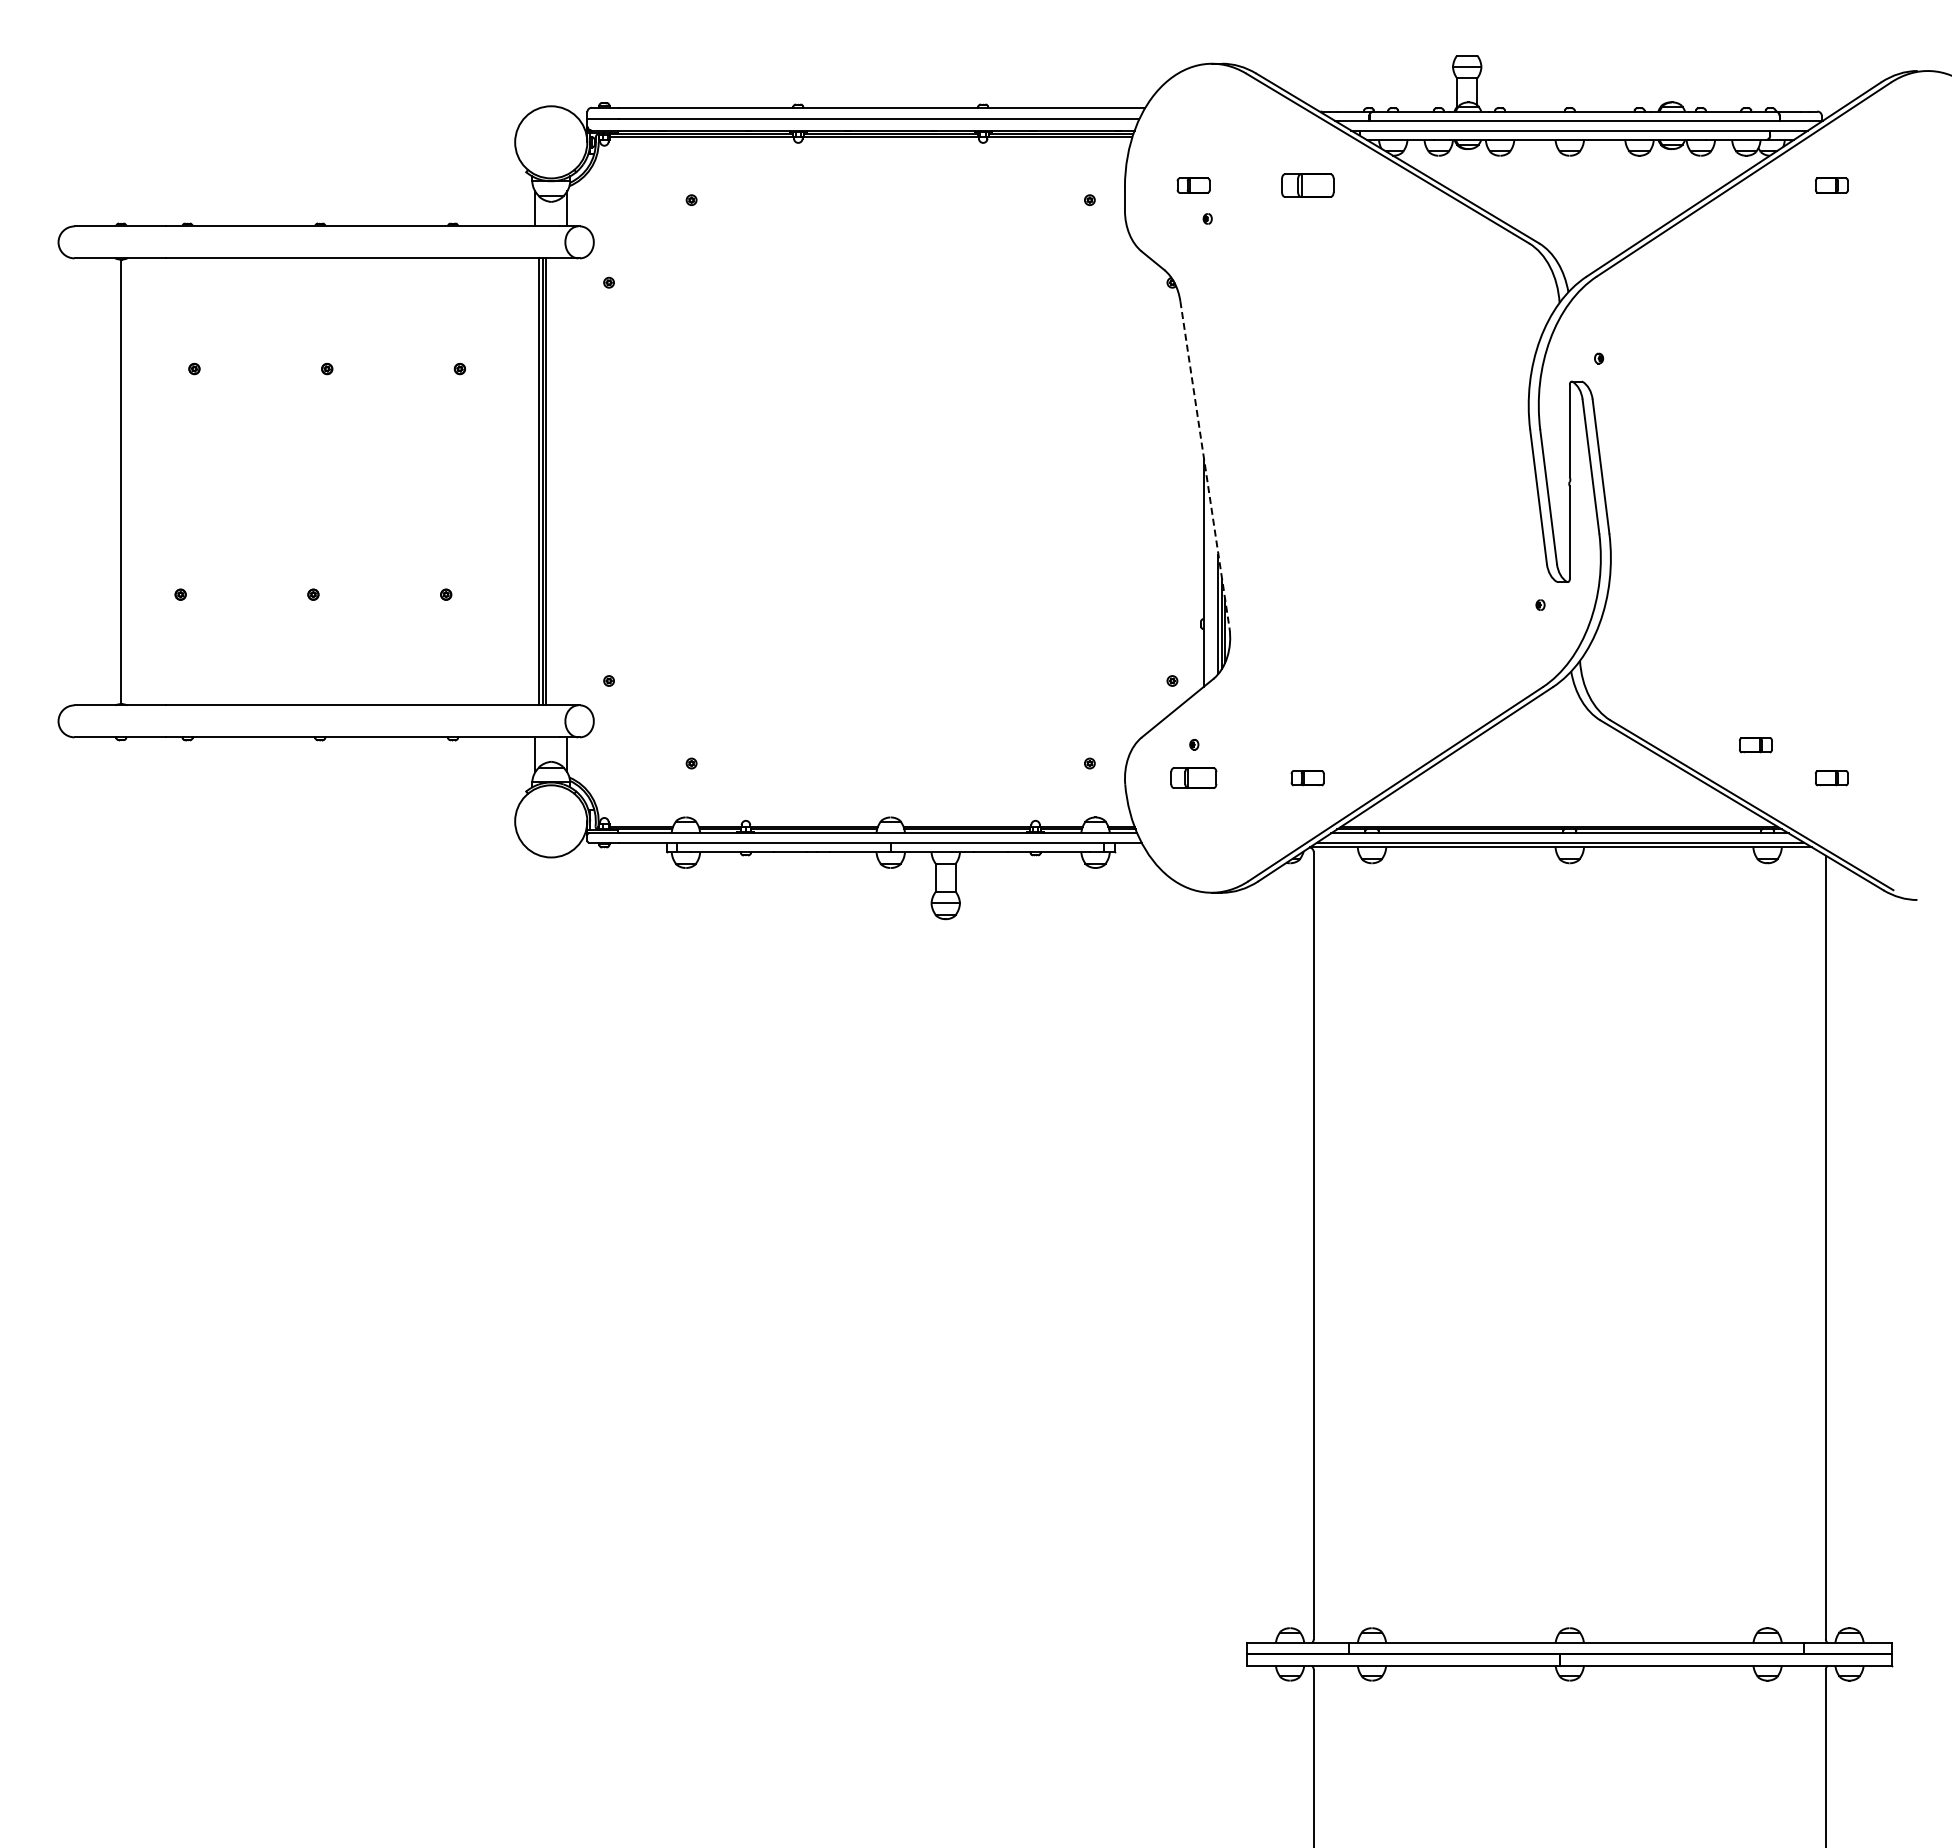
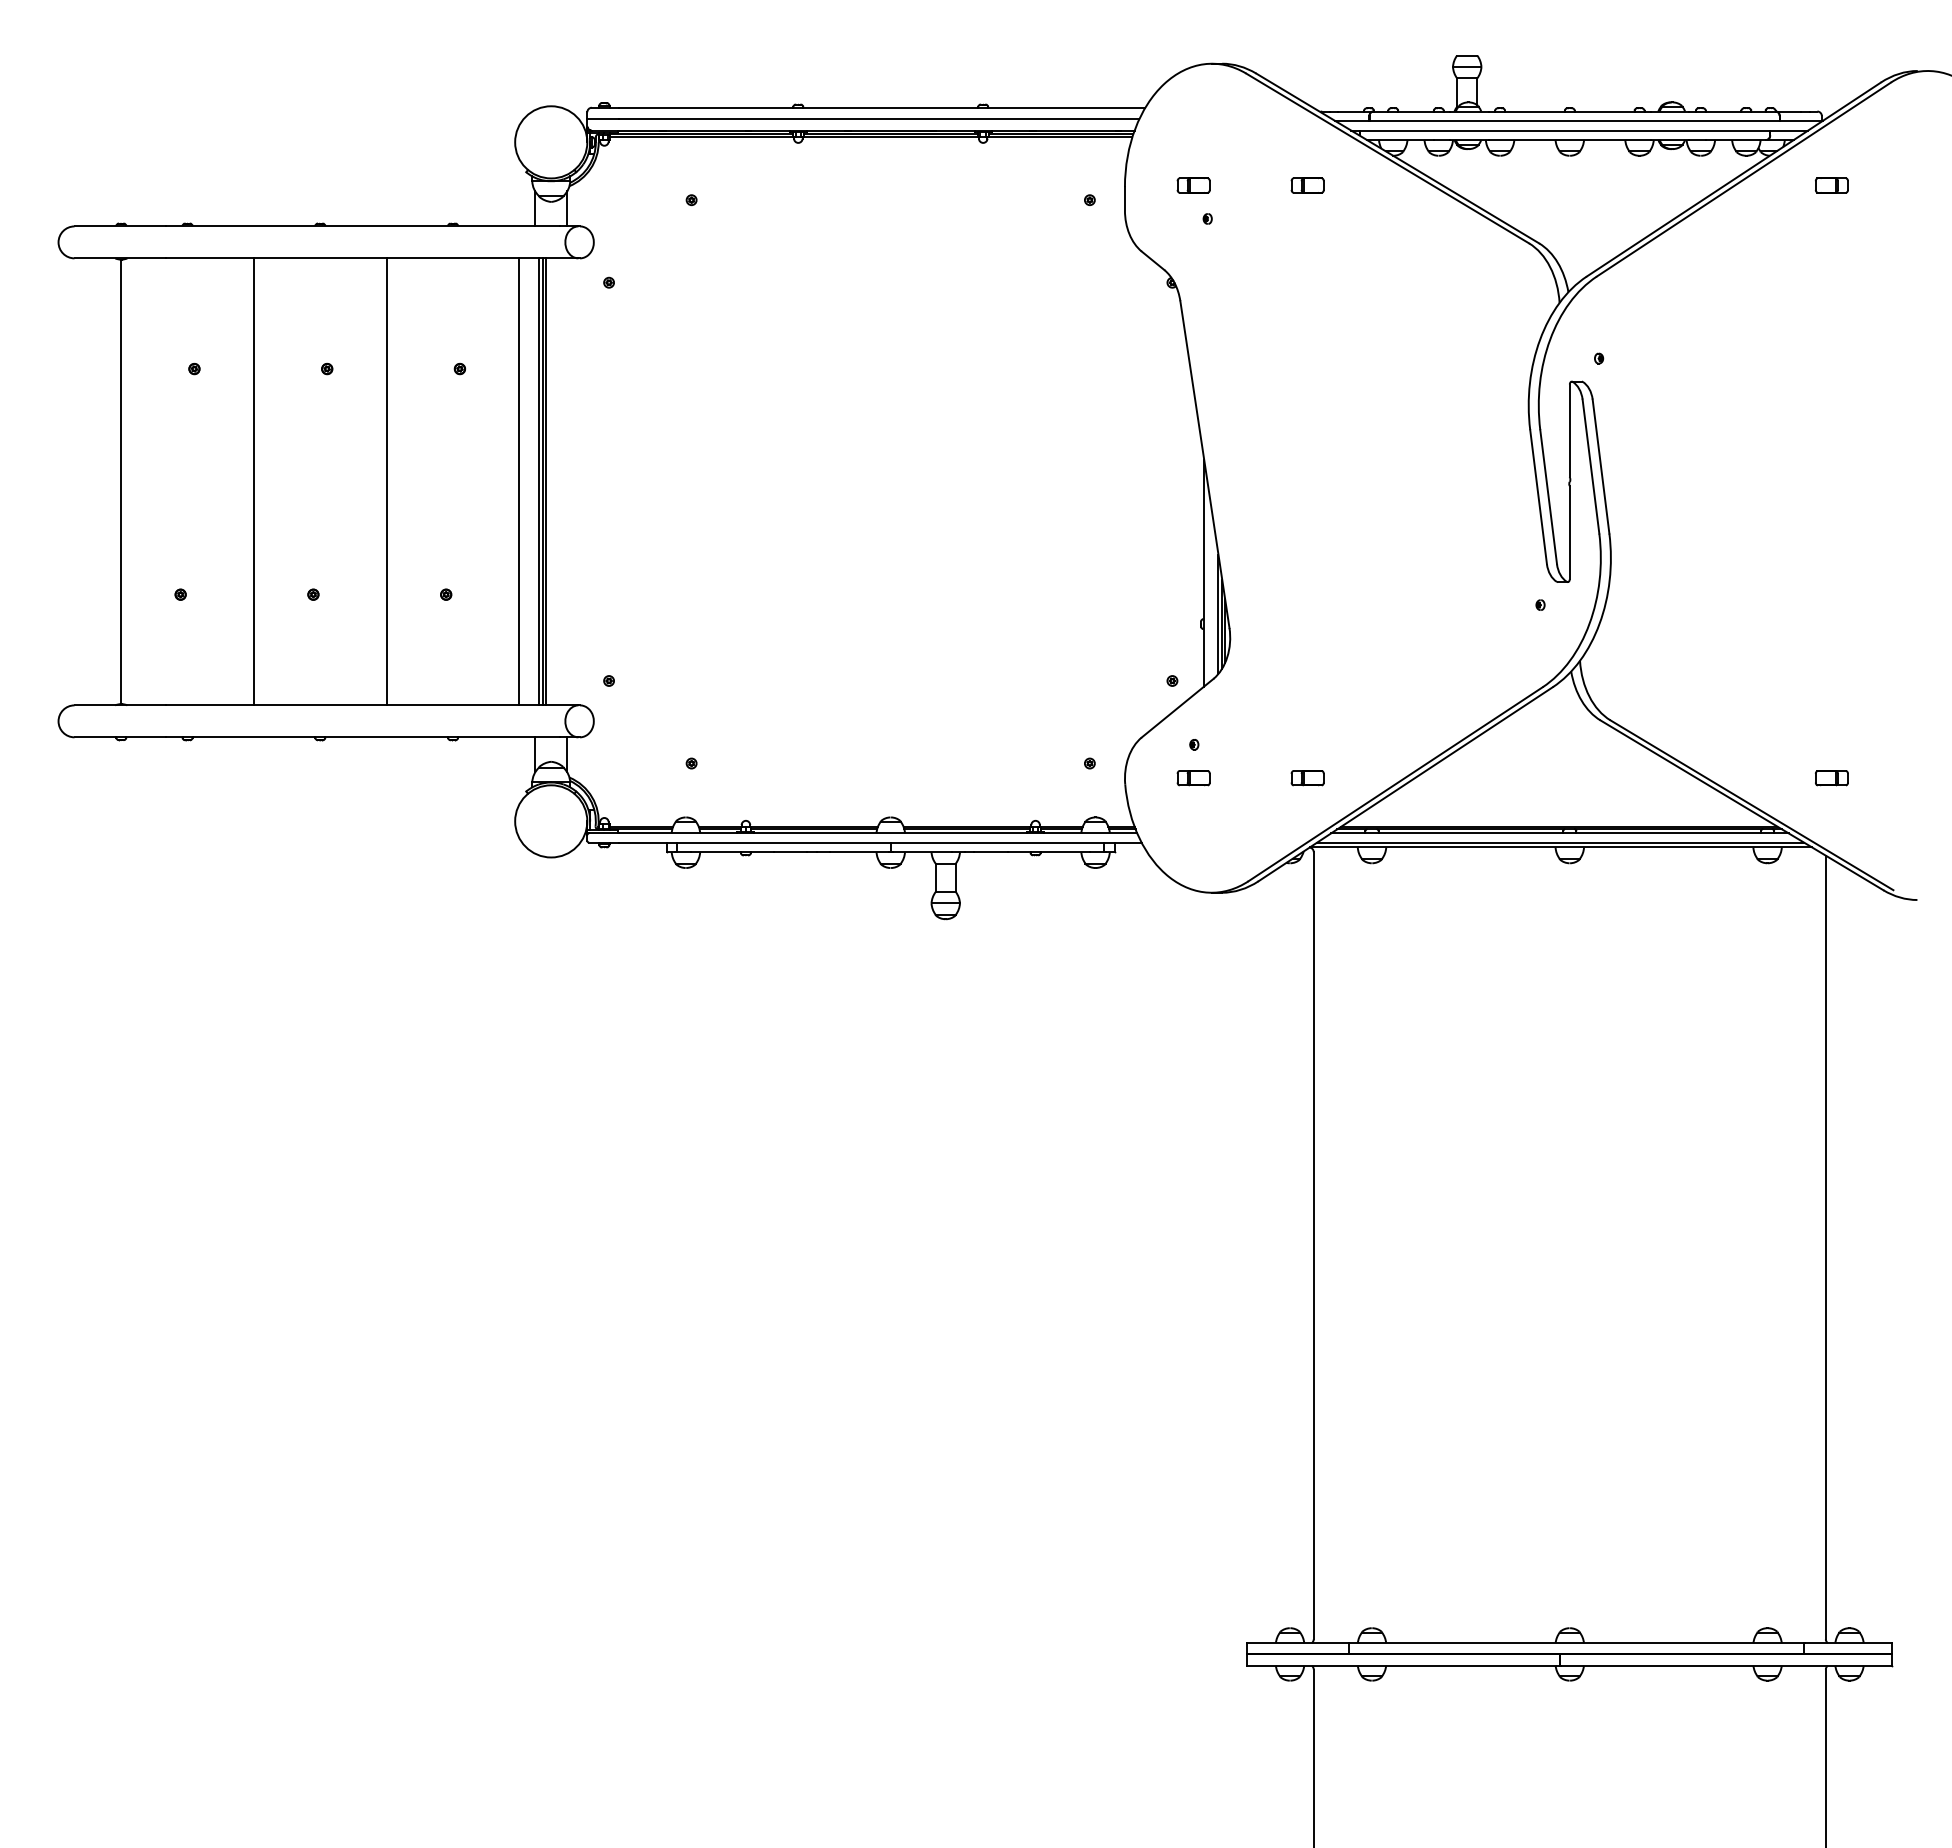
part at (1307, 185) size: 54x25 px -> 35x17 px
line at (1205, 465): dashed -> solid
line at (253, 481): none -> present
line at (386, 481): none -> present
line at (519, 481): none -> present
part at (1755, 745): present -> none
part at (1193, 777) size: 48x22 px -> 35x17 px
